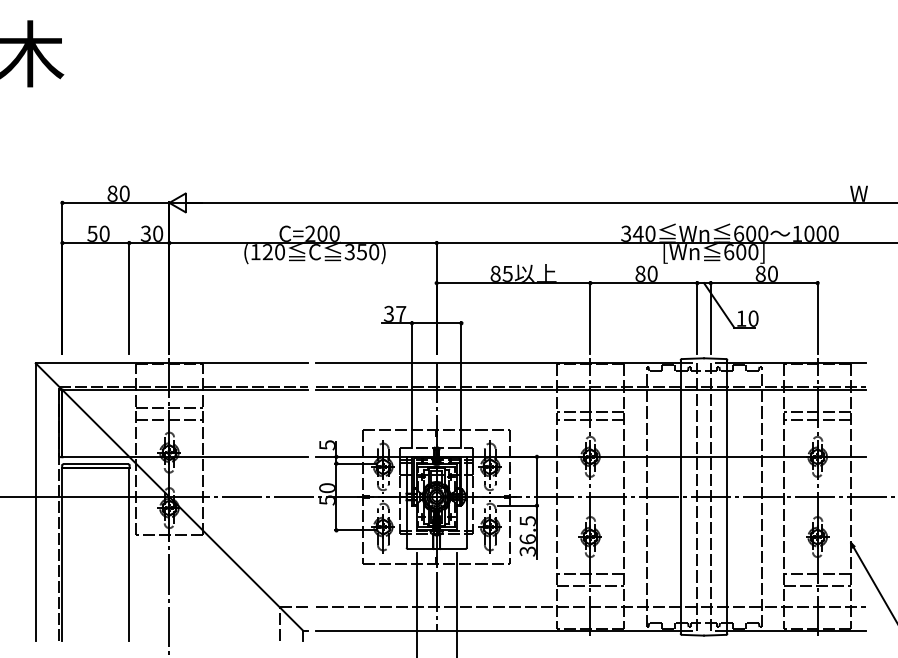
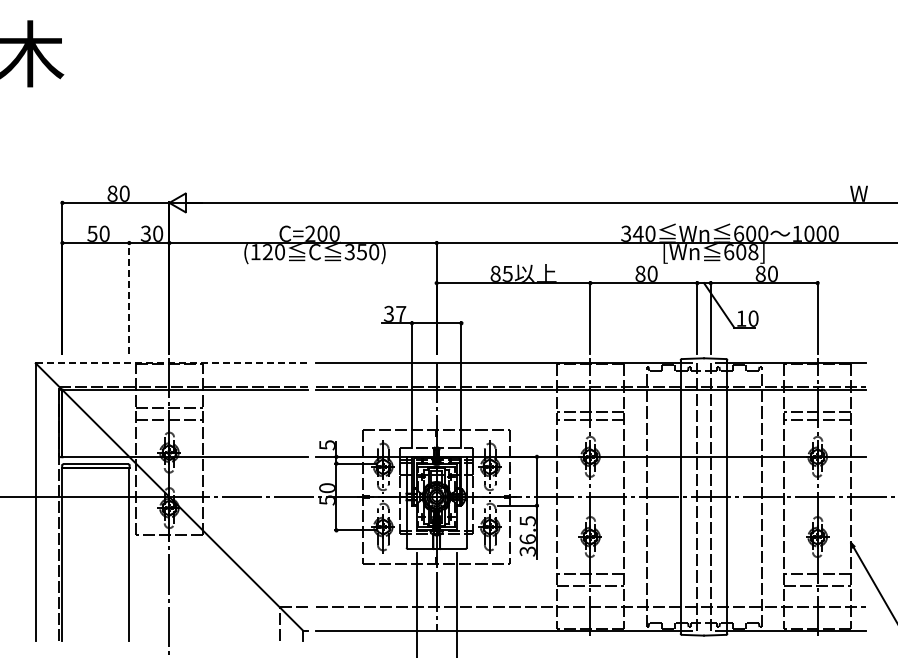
text at (753, 251): 600] -> 608]
line at (129, 297): solid -> dashed
line at (172, 363): solid -> dashed
